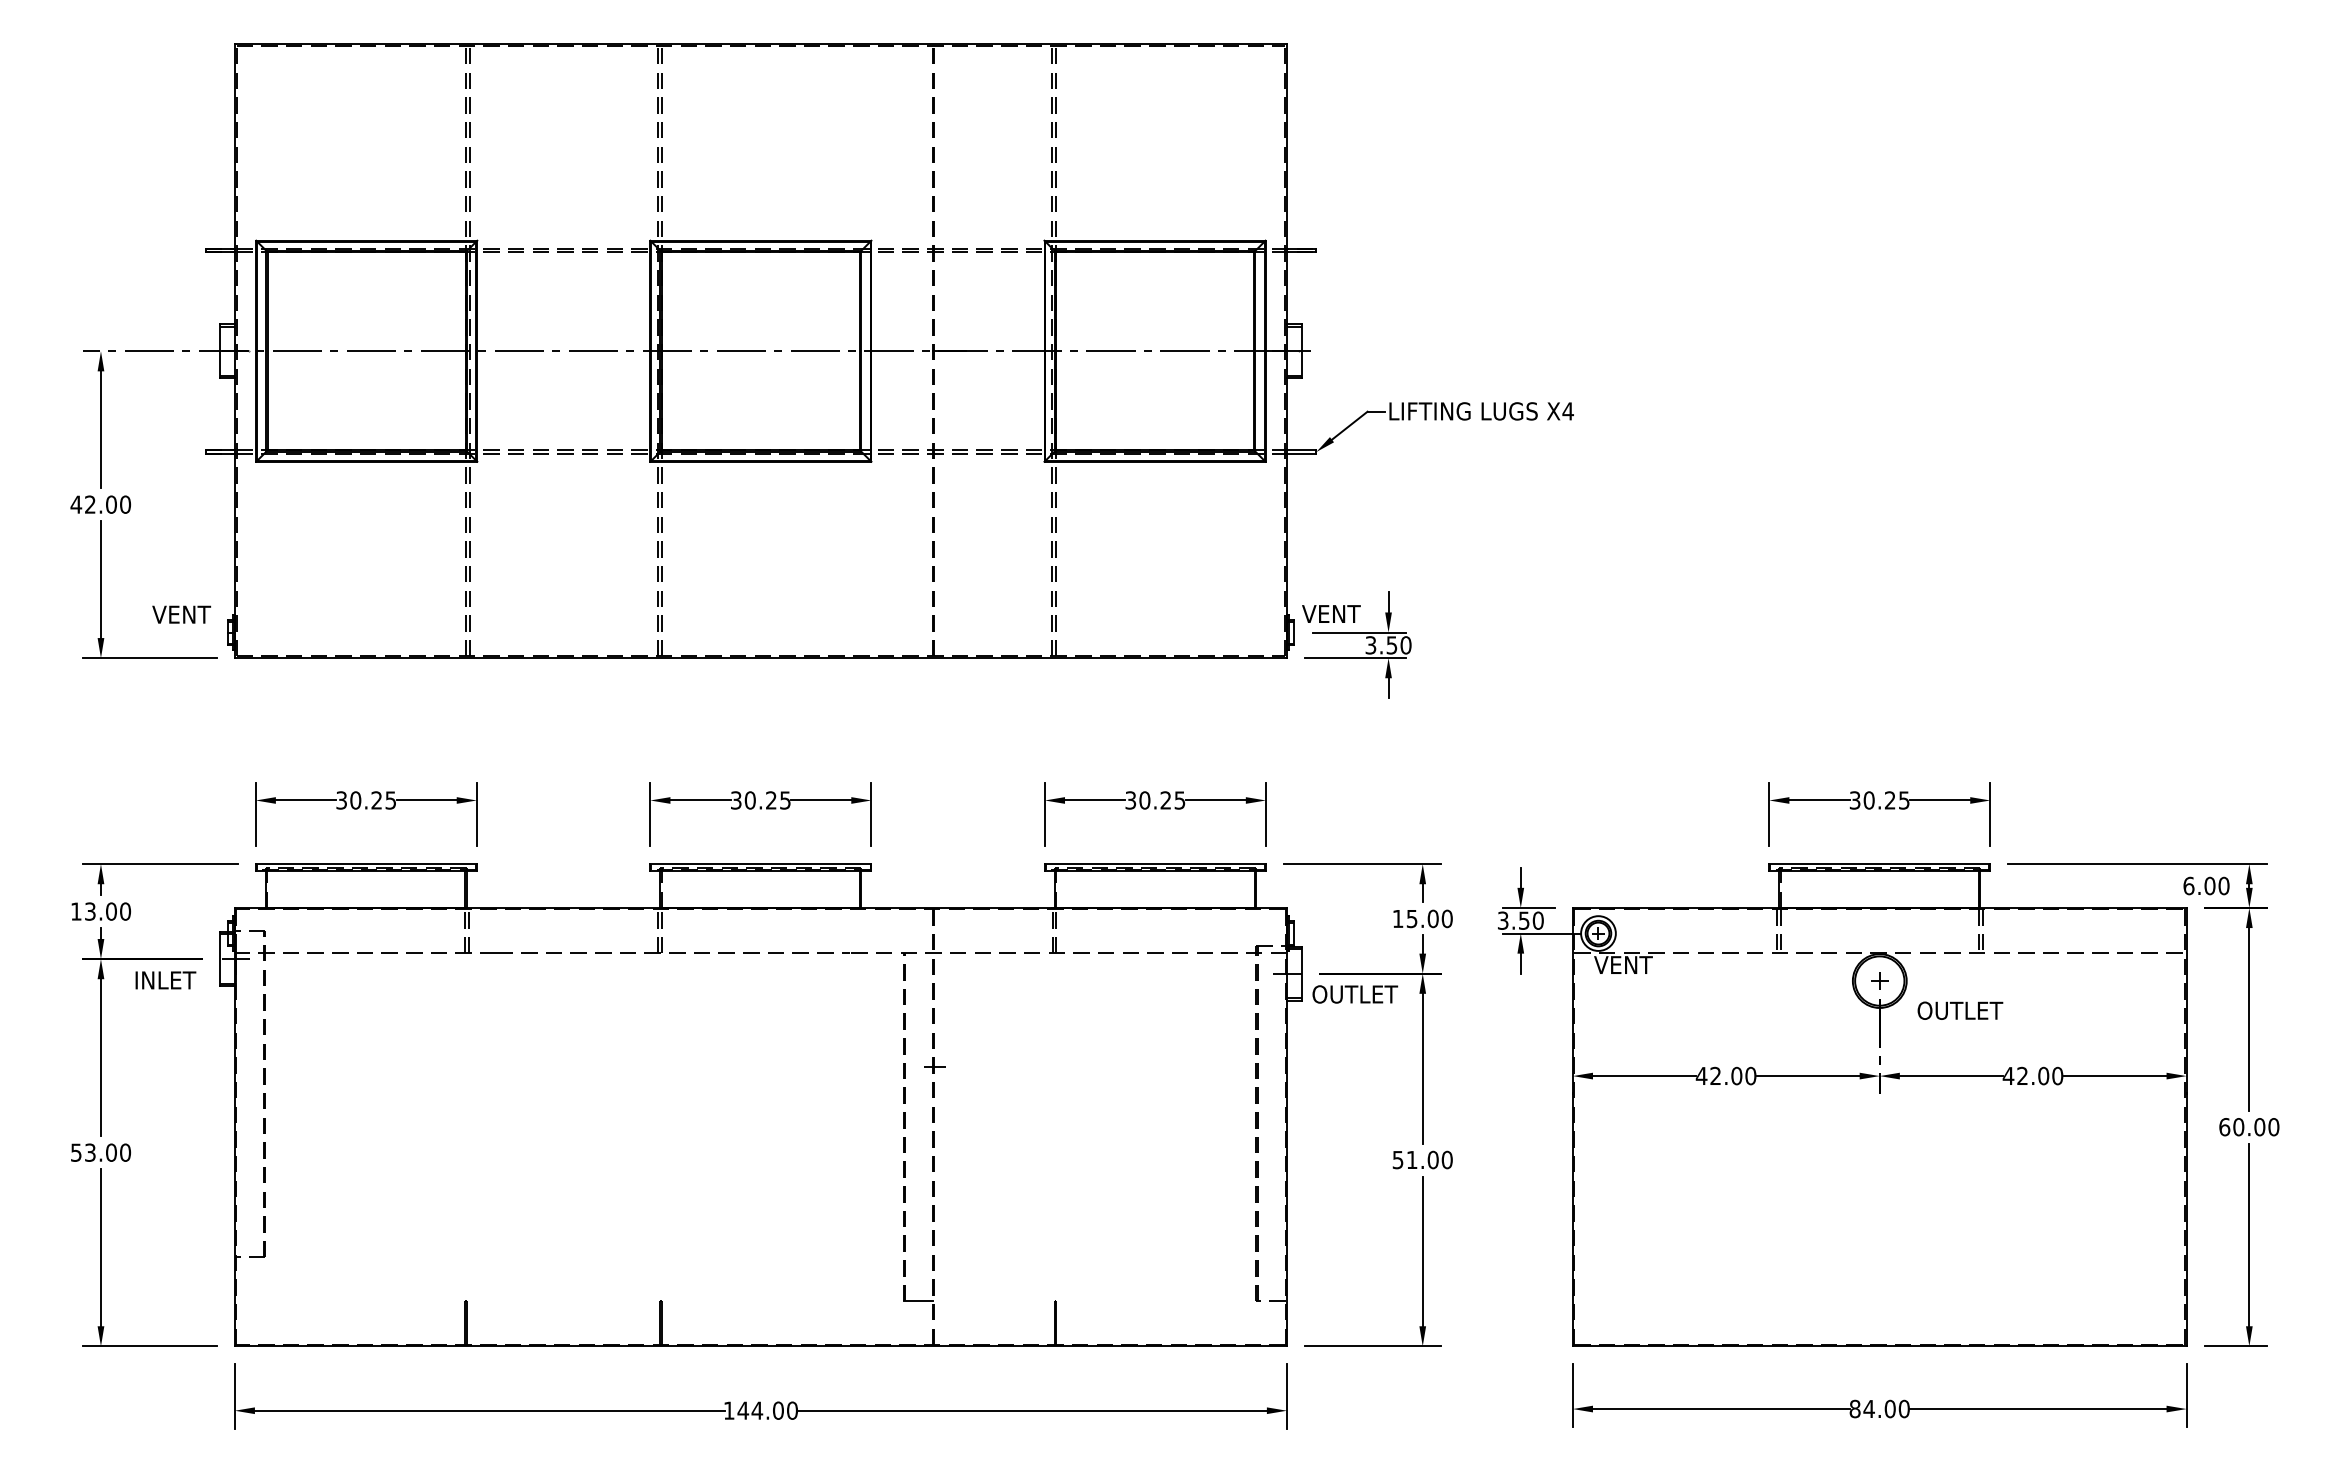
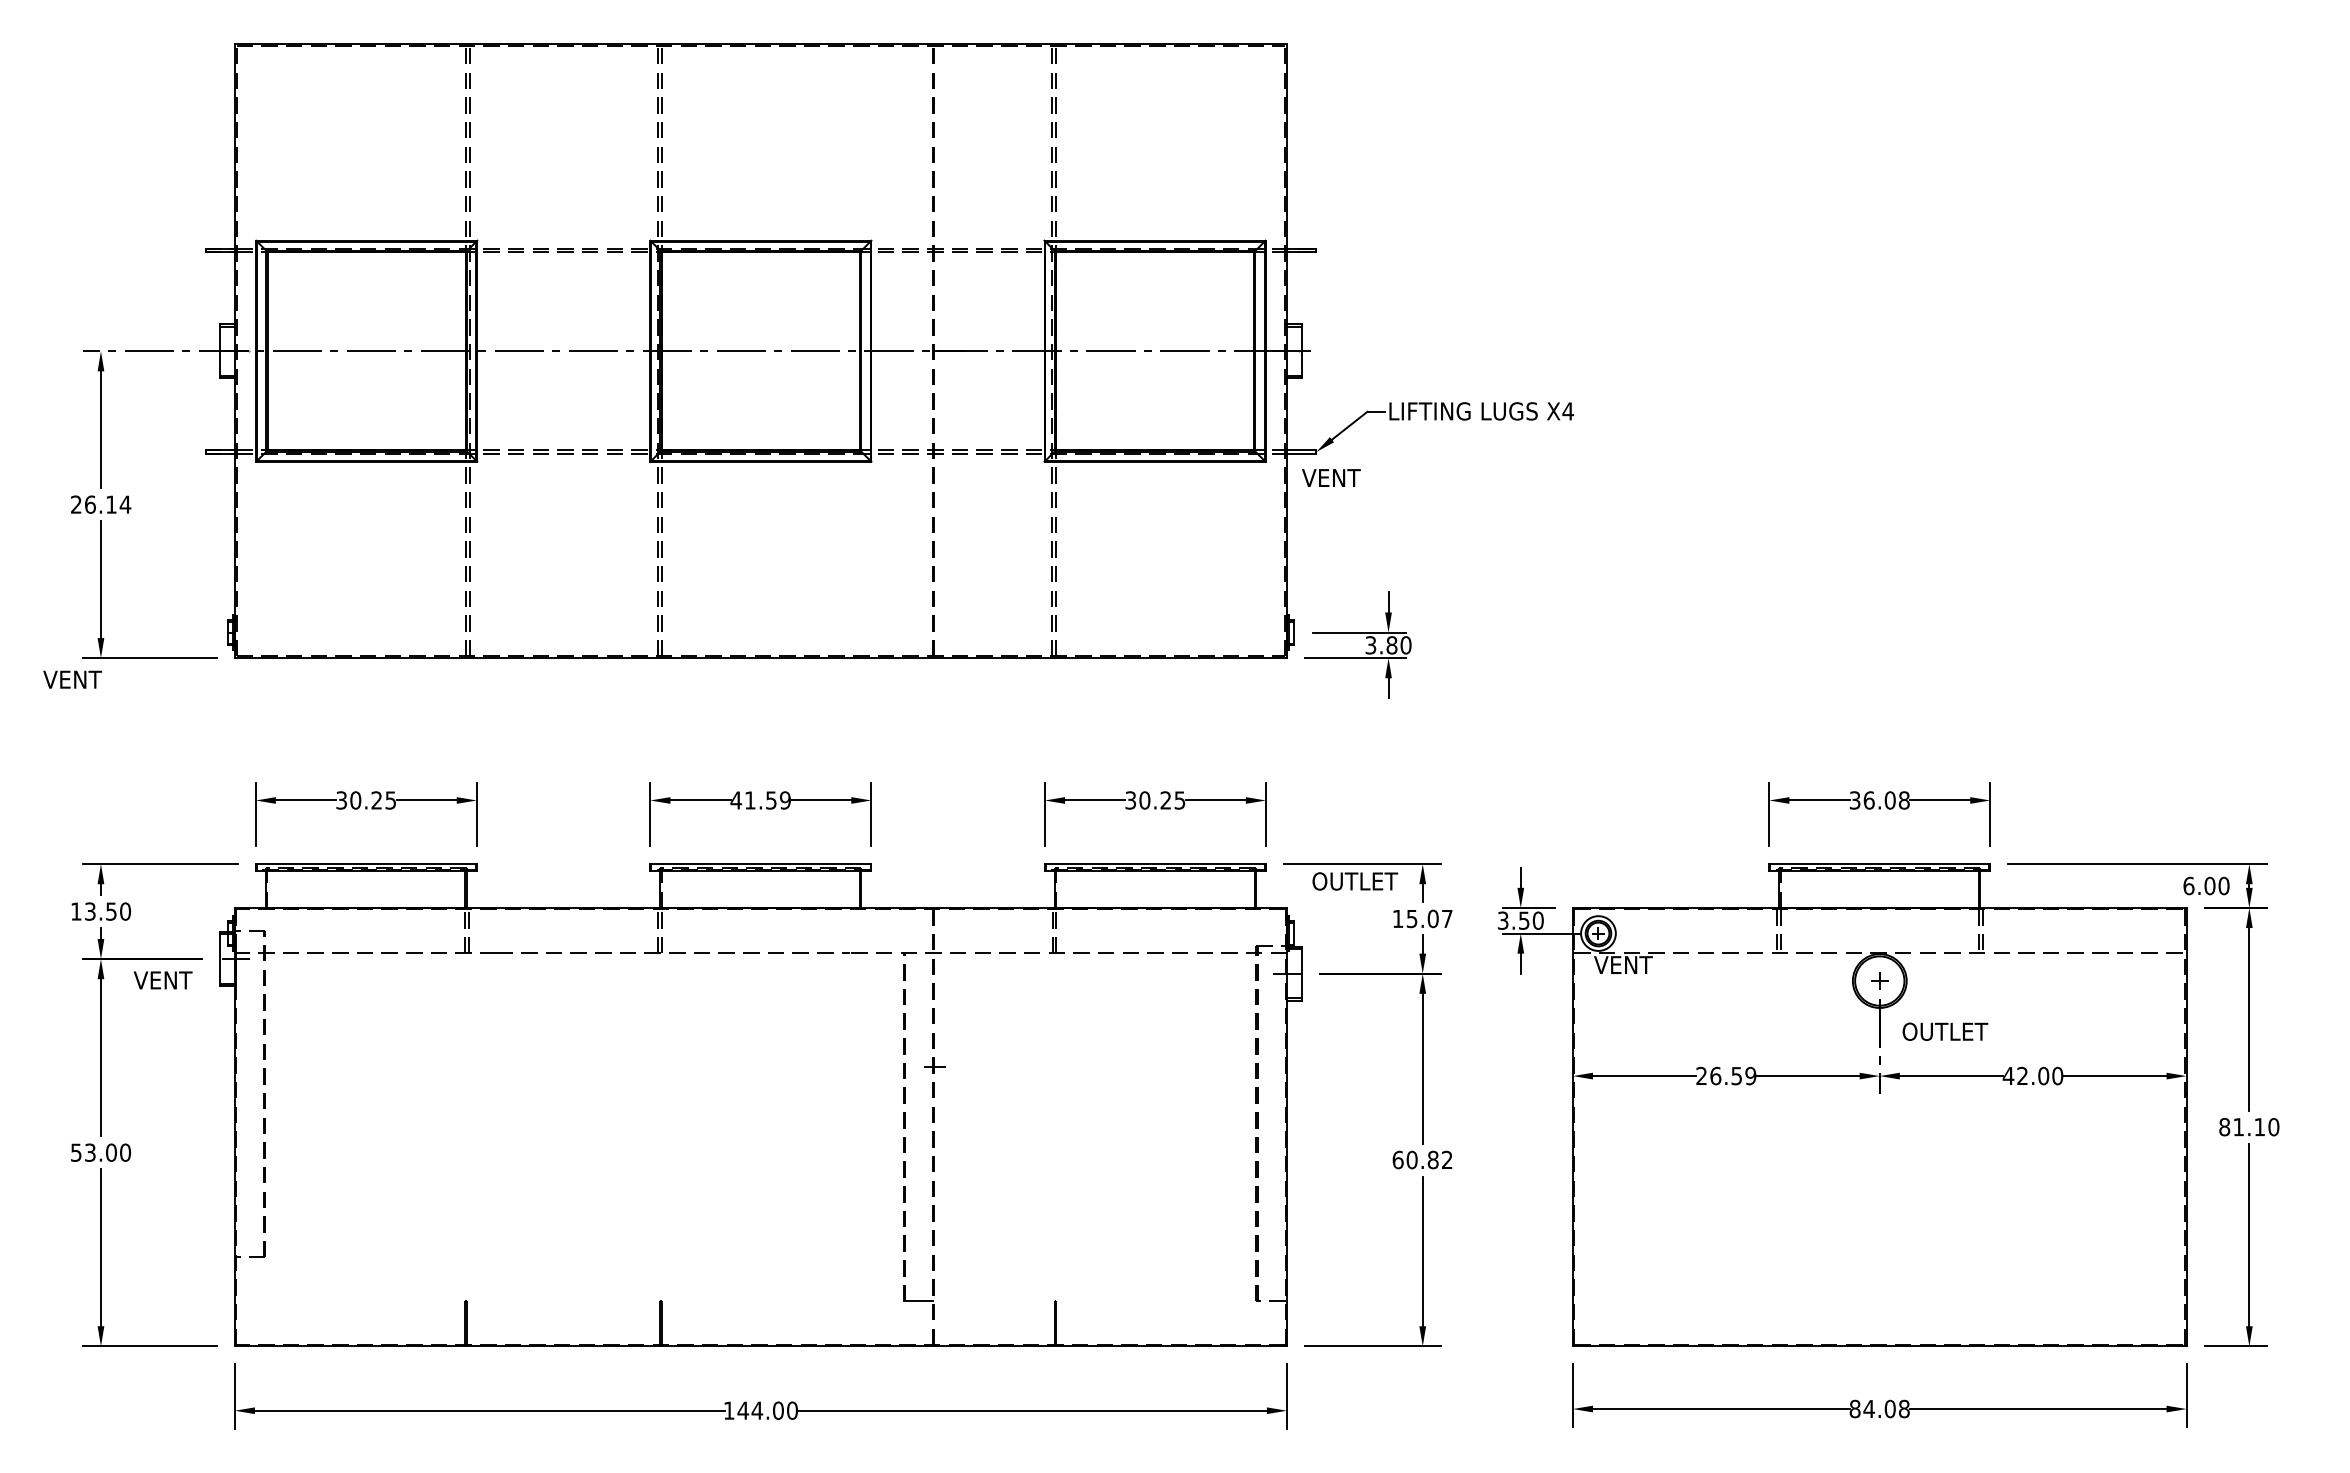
text at (100, 504): 42.00 -> 26.14
text at (1331, 613) position: (1331, 613) -> (1331, 477)
text at (181, 614) position: (181, 614) -> (72, 679)
text at (1391, 645): 3.50 -> 3.80
text at (760, 800): 30.25 -> 41.59
text at (1886, 800): 30.25 -> 36.08
text at (111, 911): 13.00 -> 13.50
text at (1446, 918): 15.00 -> 15.07
text at (164, 980): INLET -> VENT
text at (1355, 994) position: (1355, 994) -> (1355, 881)
text at (1960, 1010) position: (1960, 1010) -> (1945, 1031)
text at (1725, 1075): 42.00 -> 26.59
text at (2242, 1127): 60.00 -> 81.10
text at (1422, 1159): 51.00 -> 60.82
text at (1903, 1408): 84.00 -> 84.08
